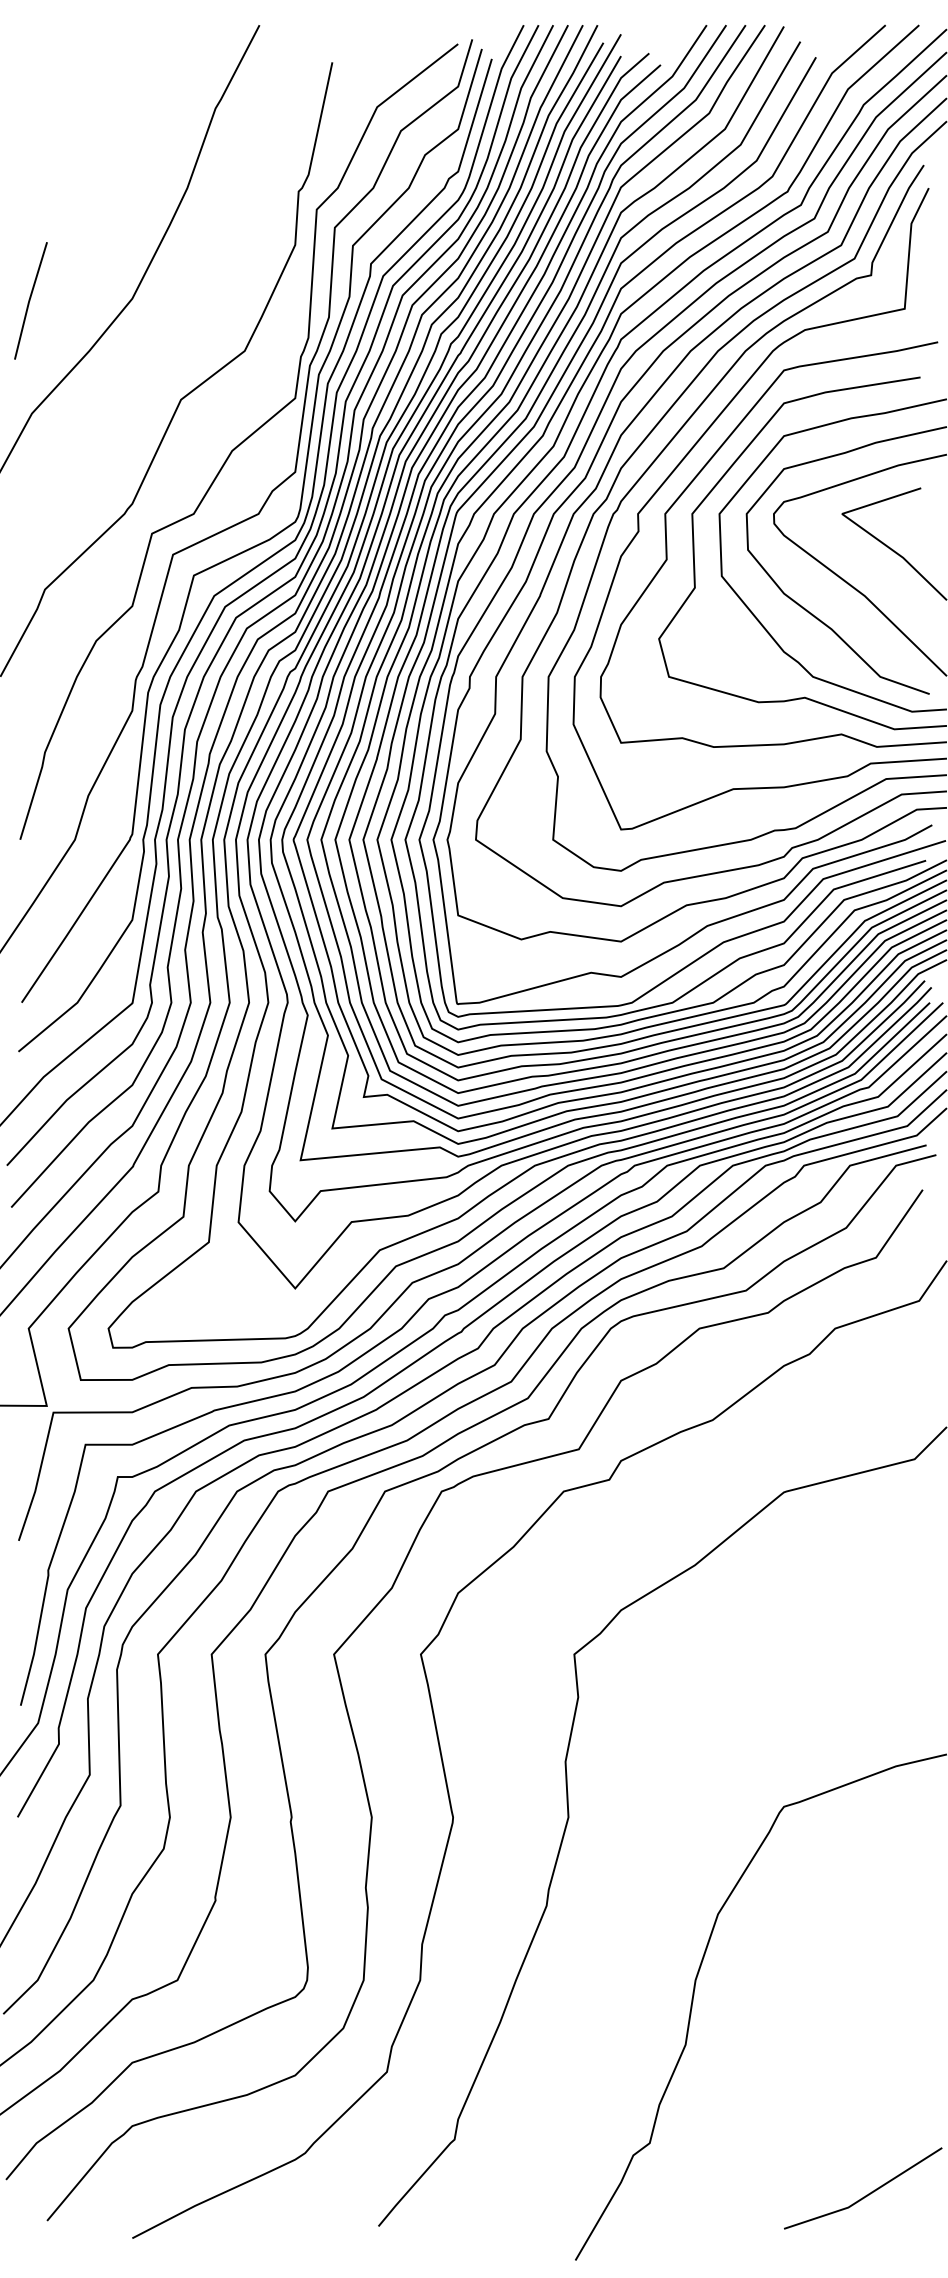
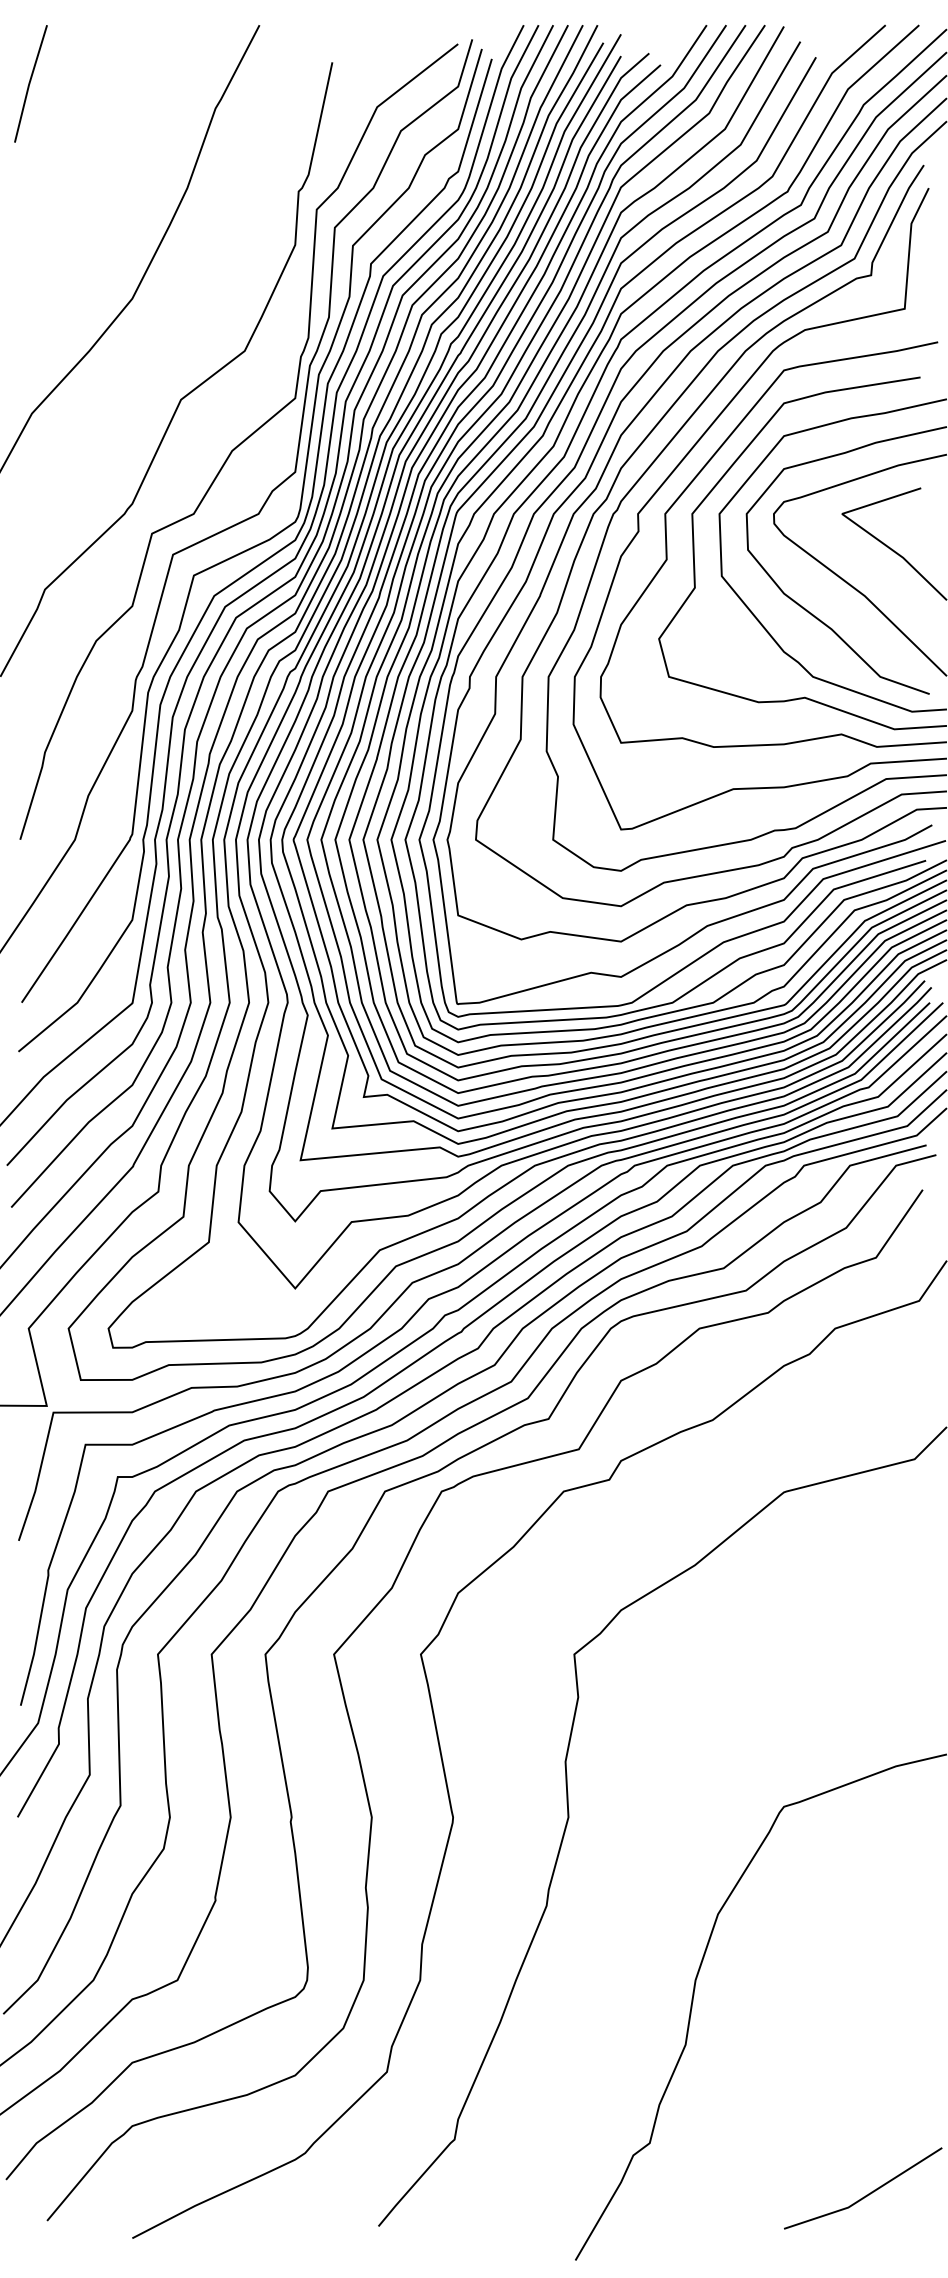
line at (30, 300) position: (30, 300) -> (30, 83)
